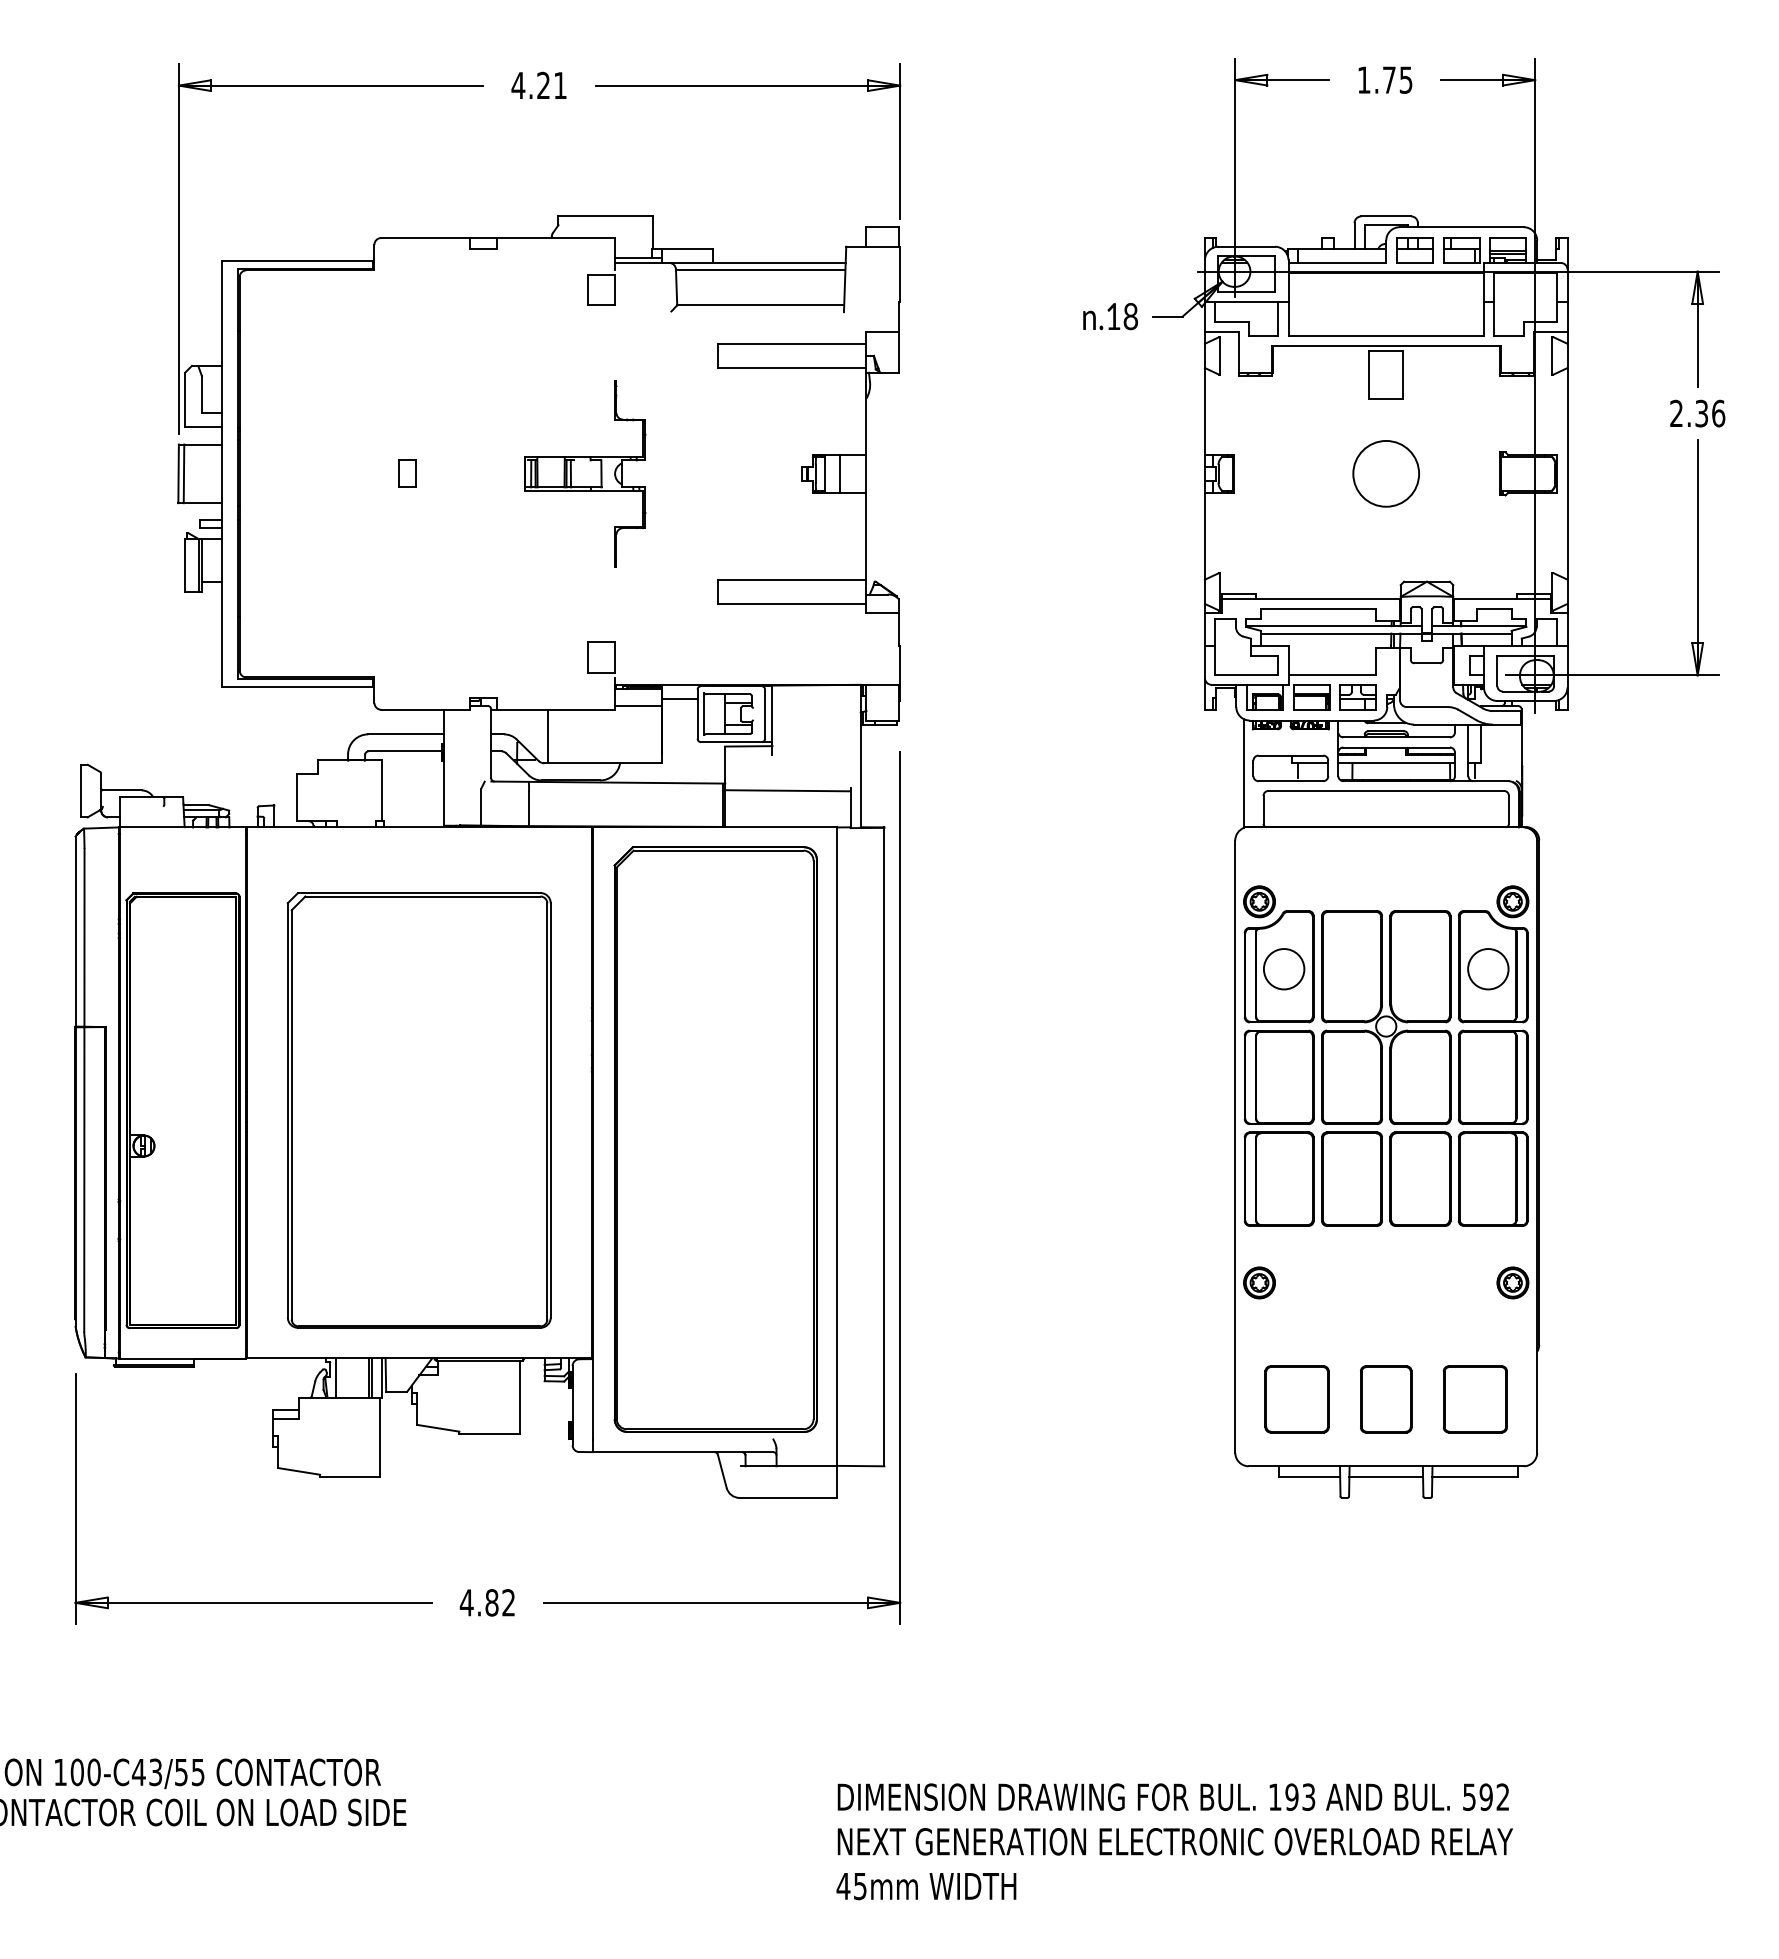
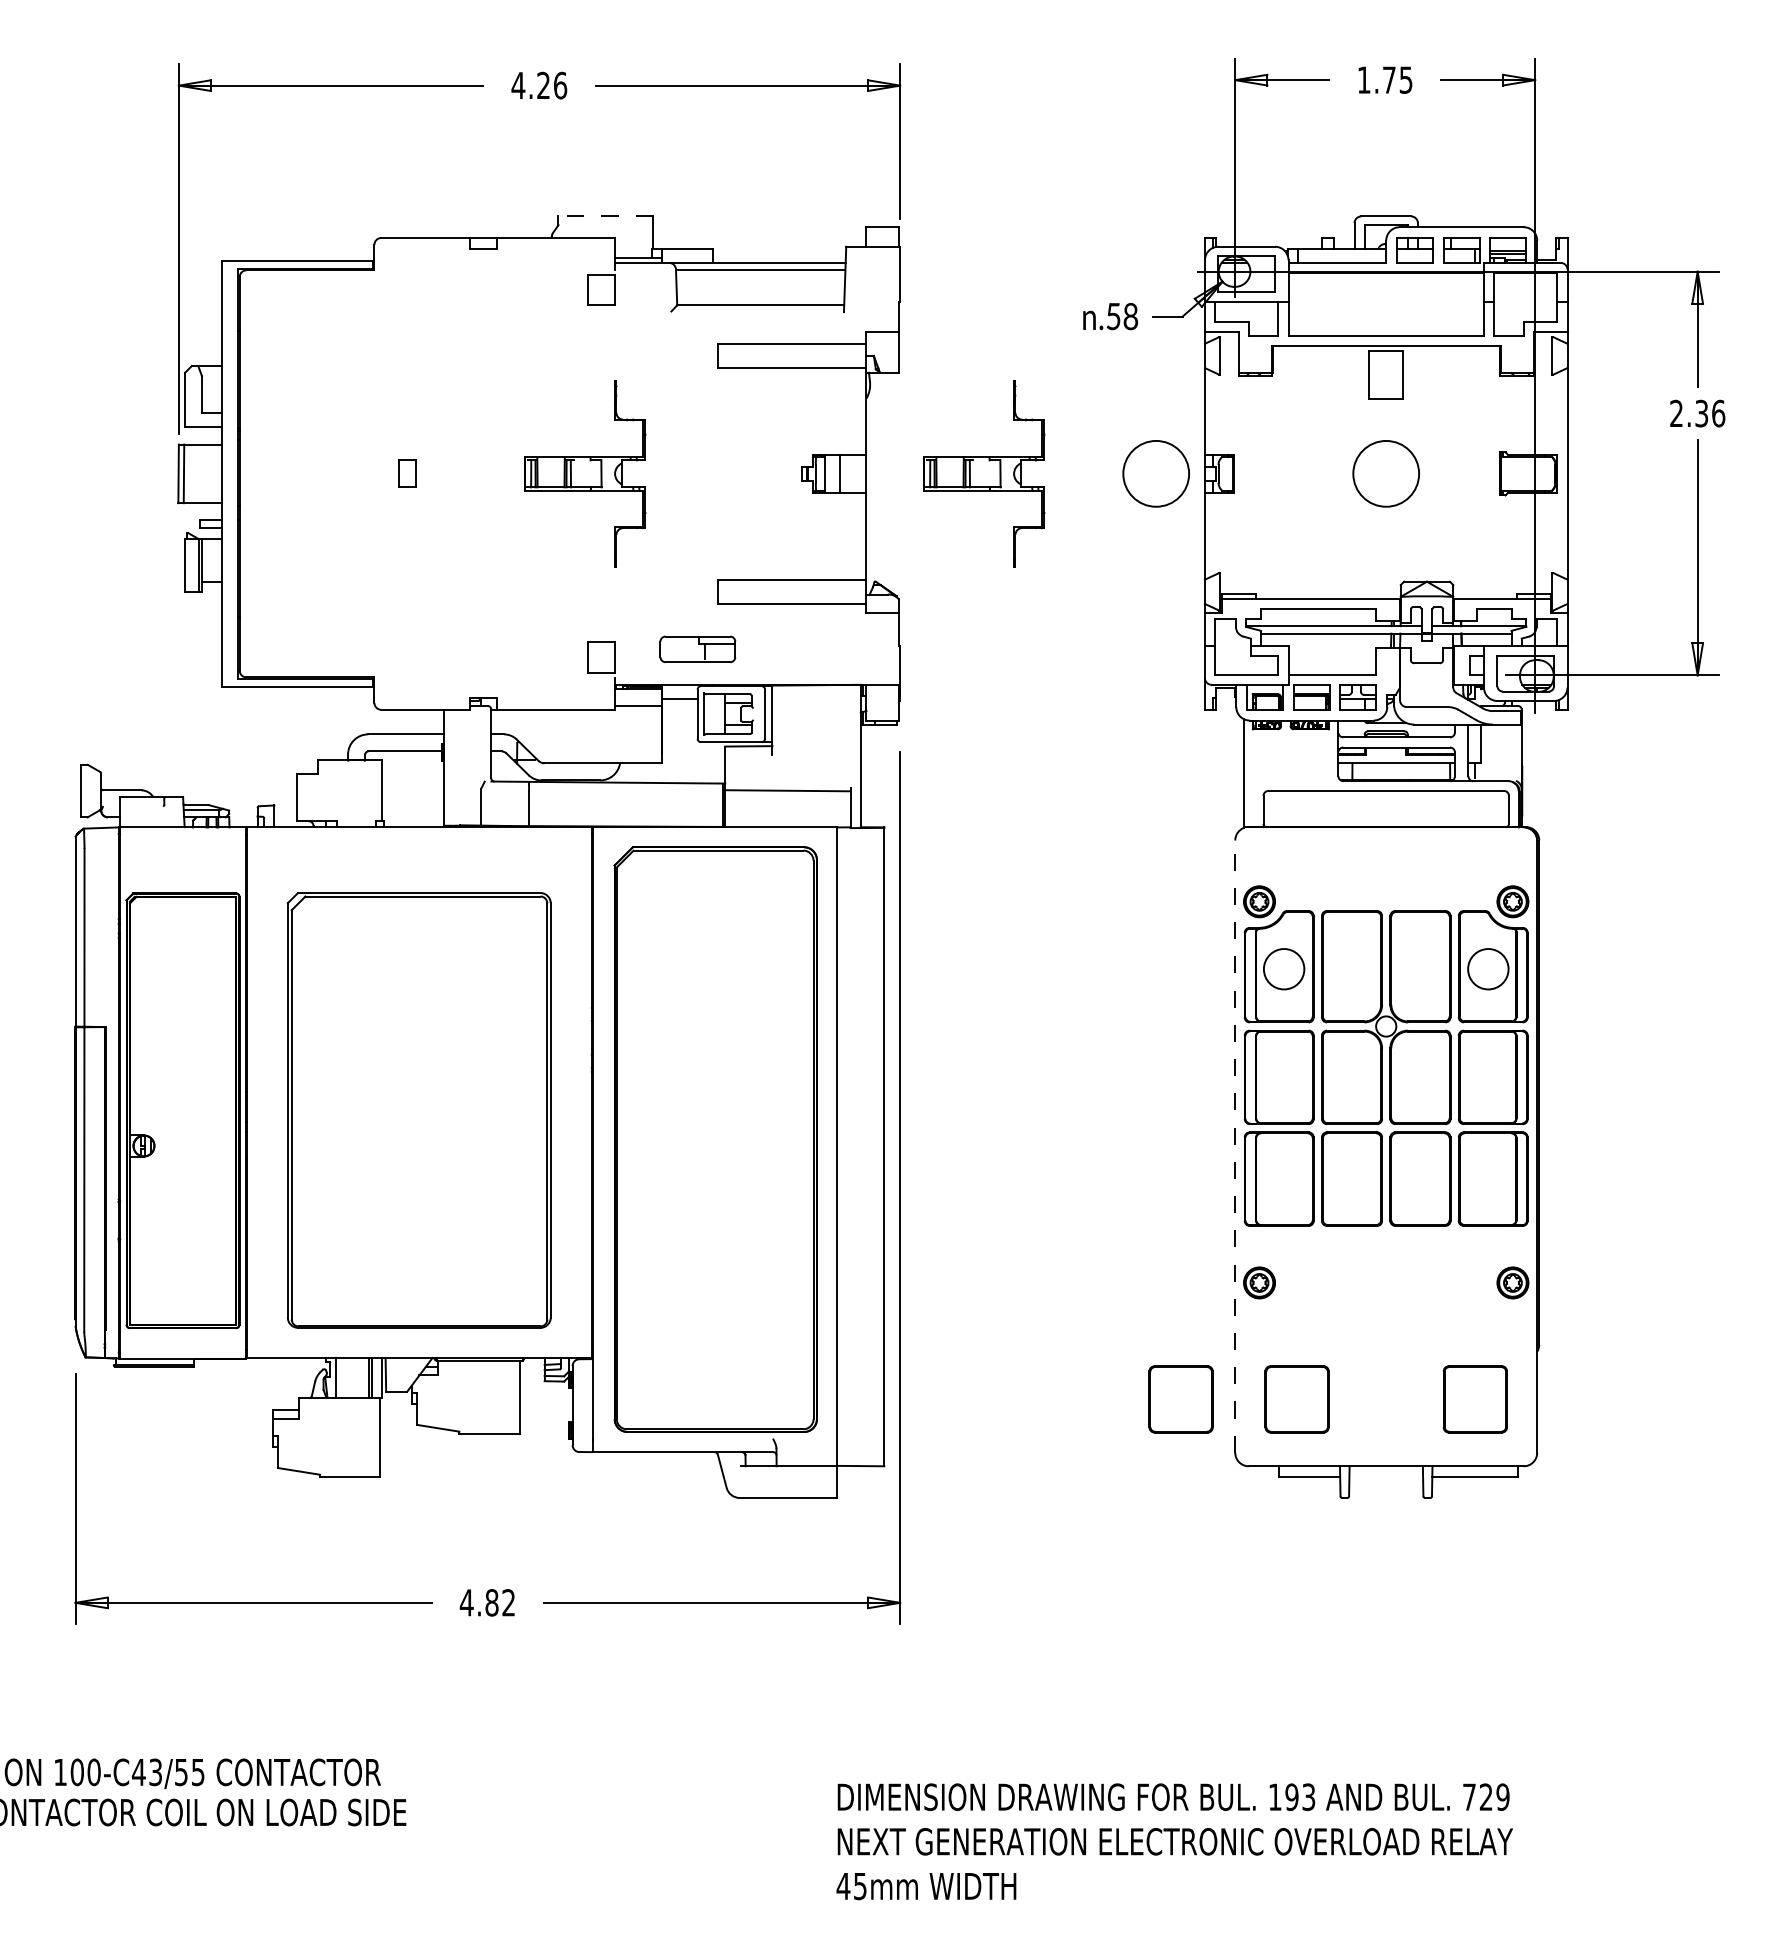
text at (560, 85): 4.21 -> 4.26
line at (605, 216): solid -> dashed
text at (1113, 316): .18 -> .58
part at (984, 473): none -> present
circle at (1155, 473): none -> present
line at (547, 736): present -> none
part at (1290, 767) position: (1290, 767) -> (697, 648)
line at (1235, 1146): solid -> dashed
part at (1180, 1399): none -> present
part at (1386, 1399): present -> none
line at (1386, 1476): present -> none
text at (1486, 1796): 592 -> 729
